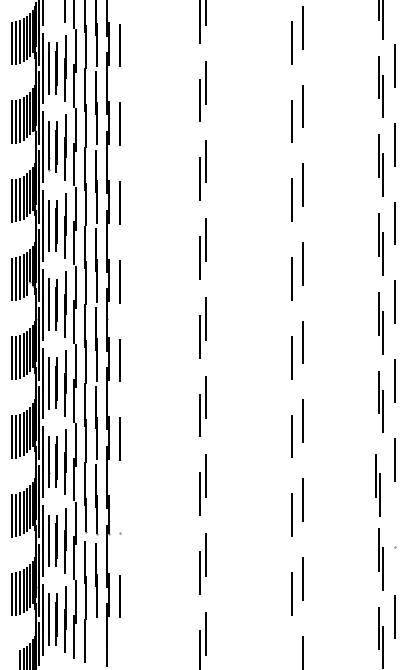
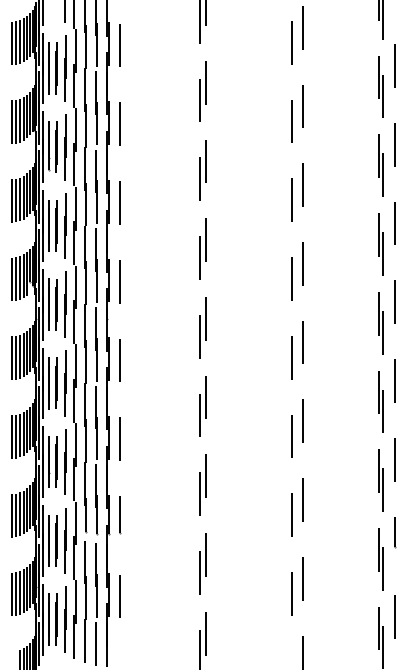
part at (377, 485) position: (377, 485) -> (380, 480)
line at (120, 514): none -> present
line at (394, 531): none -> present
line at (95, 643): none -> present
